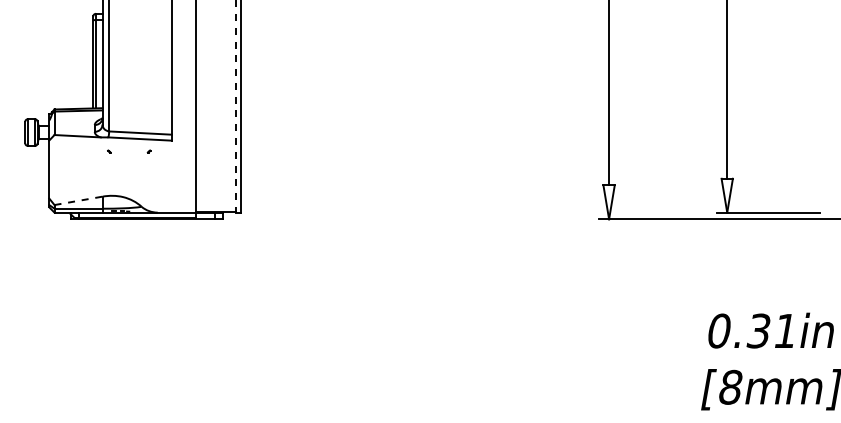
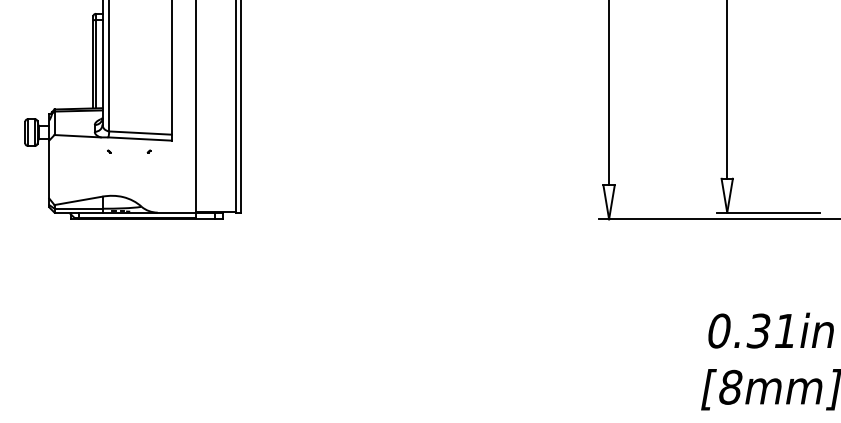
line at (235, 106): dashed -> solid
line at (79, 200): dashed -> solid
